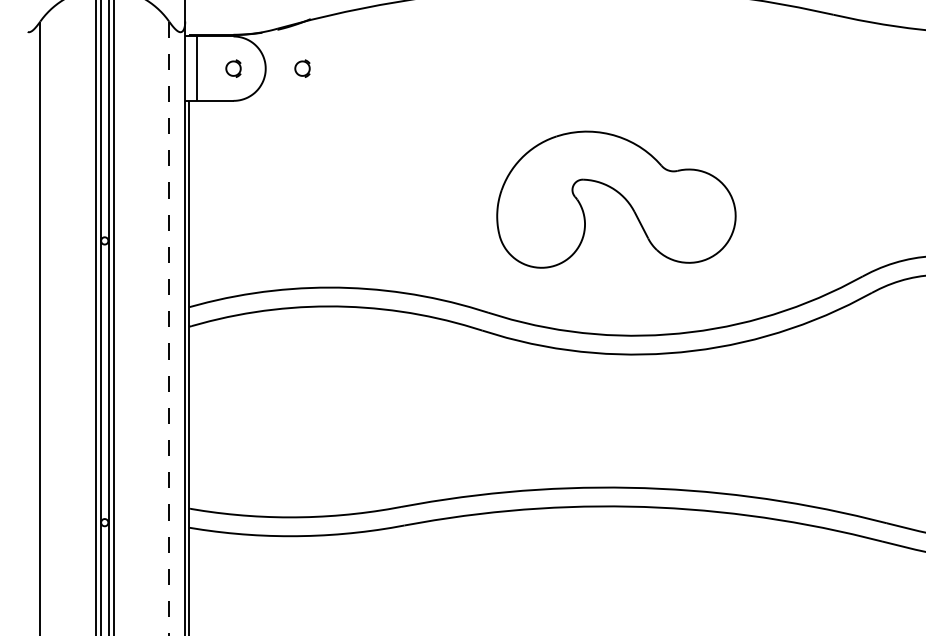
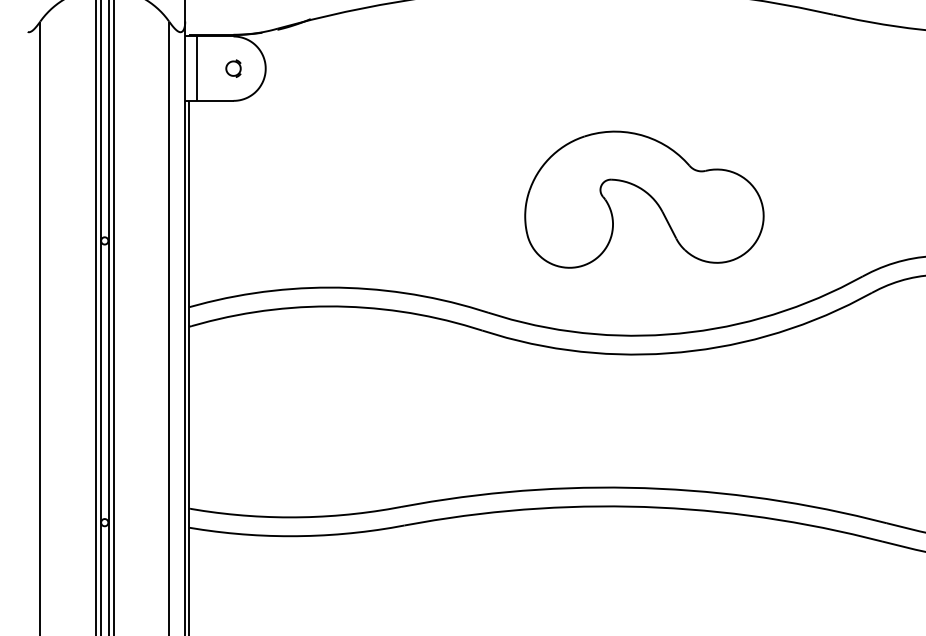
part at (302, 68): present -> none
part at (616, 199) position: (616, 199) -> (644, 199)
line at (169, 328): dashed -> solid
